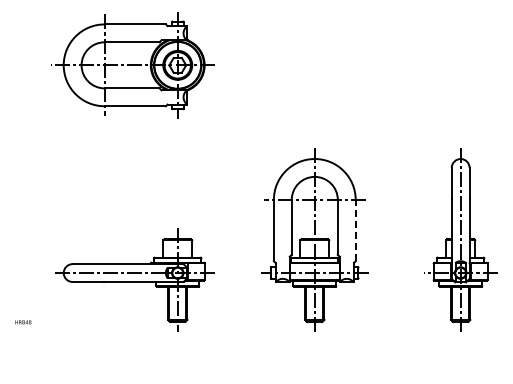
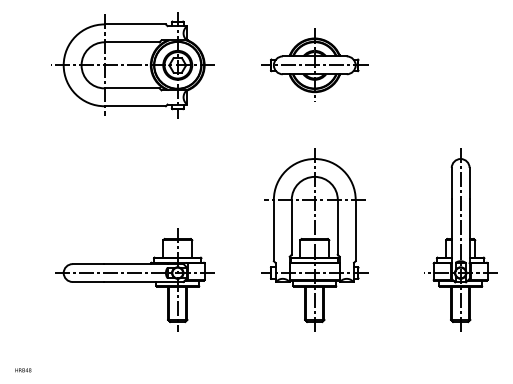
part at (314, 64): none -> present
line at (355, 230): dashed -> solid
text at (23, 322) position: (23, 322) -> (23, 370)
